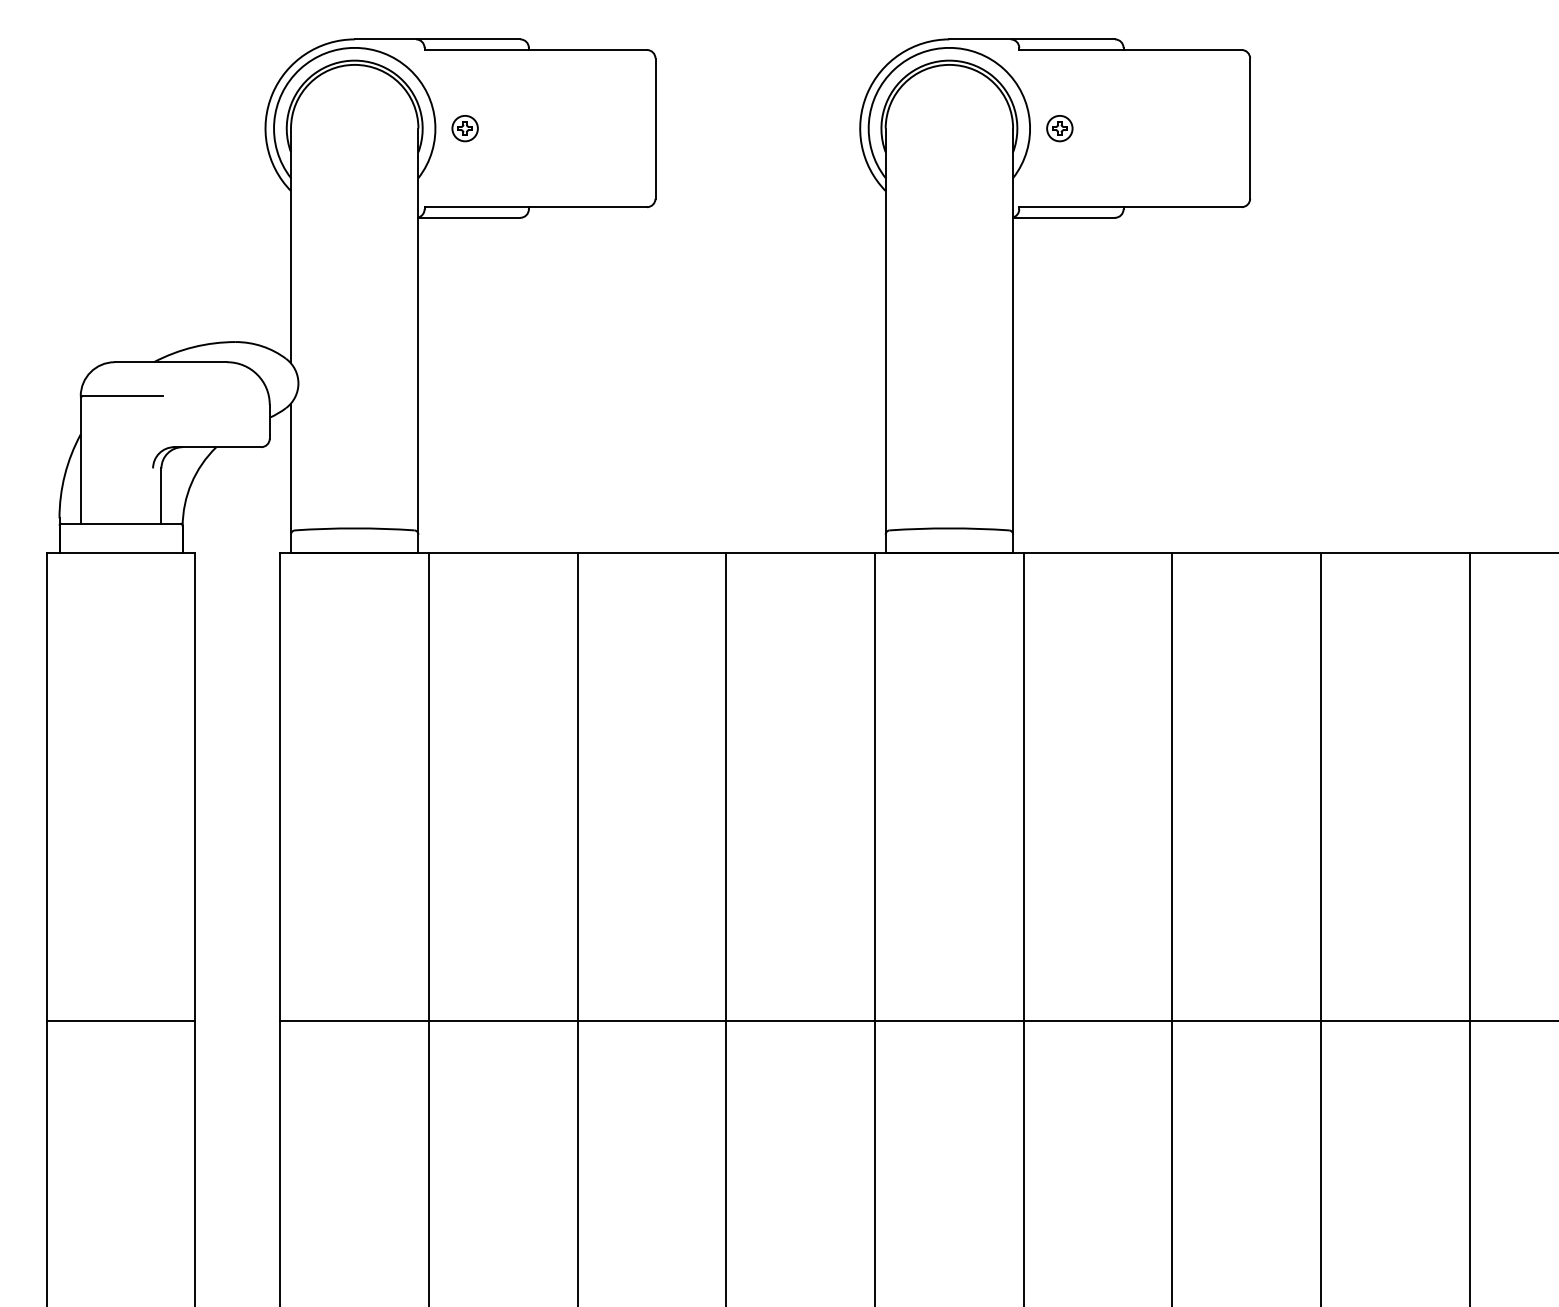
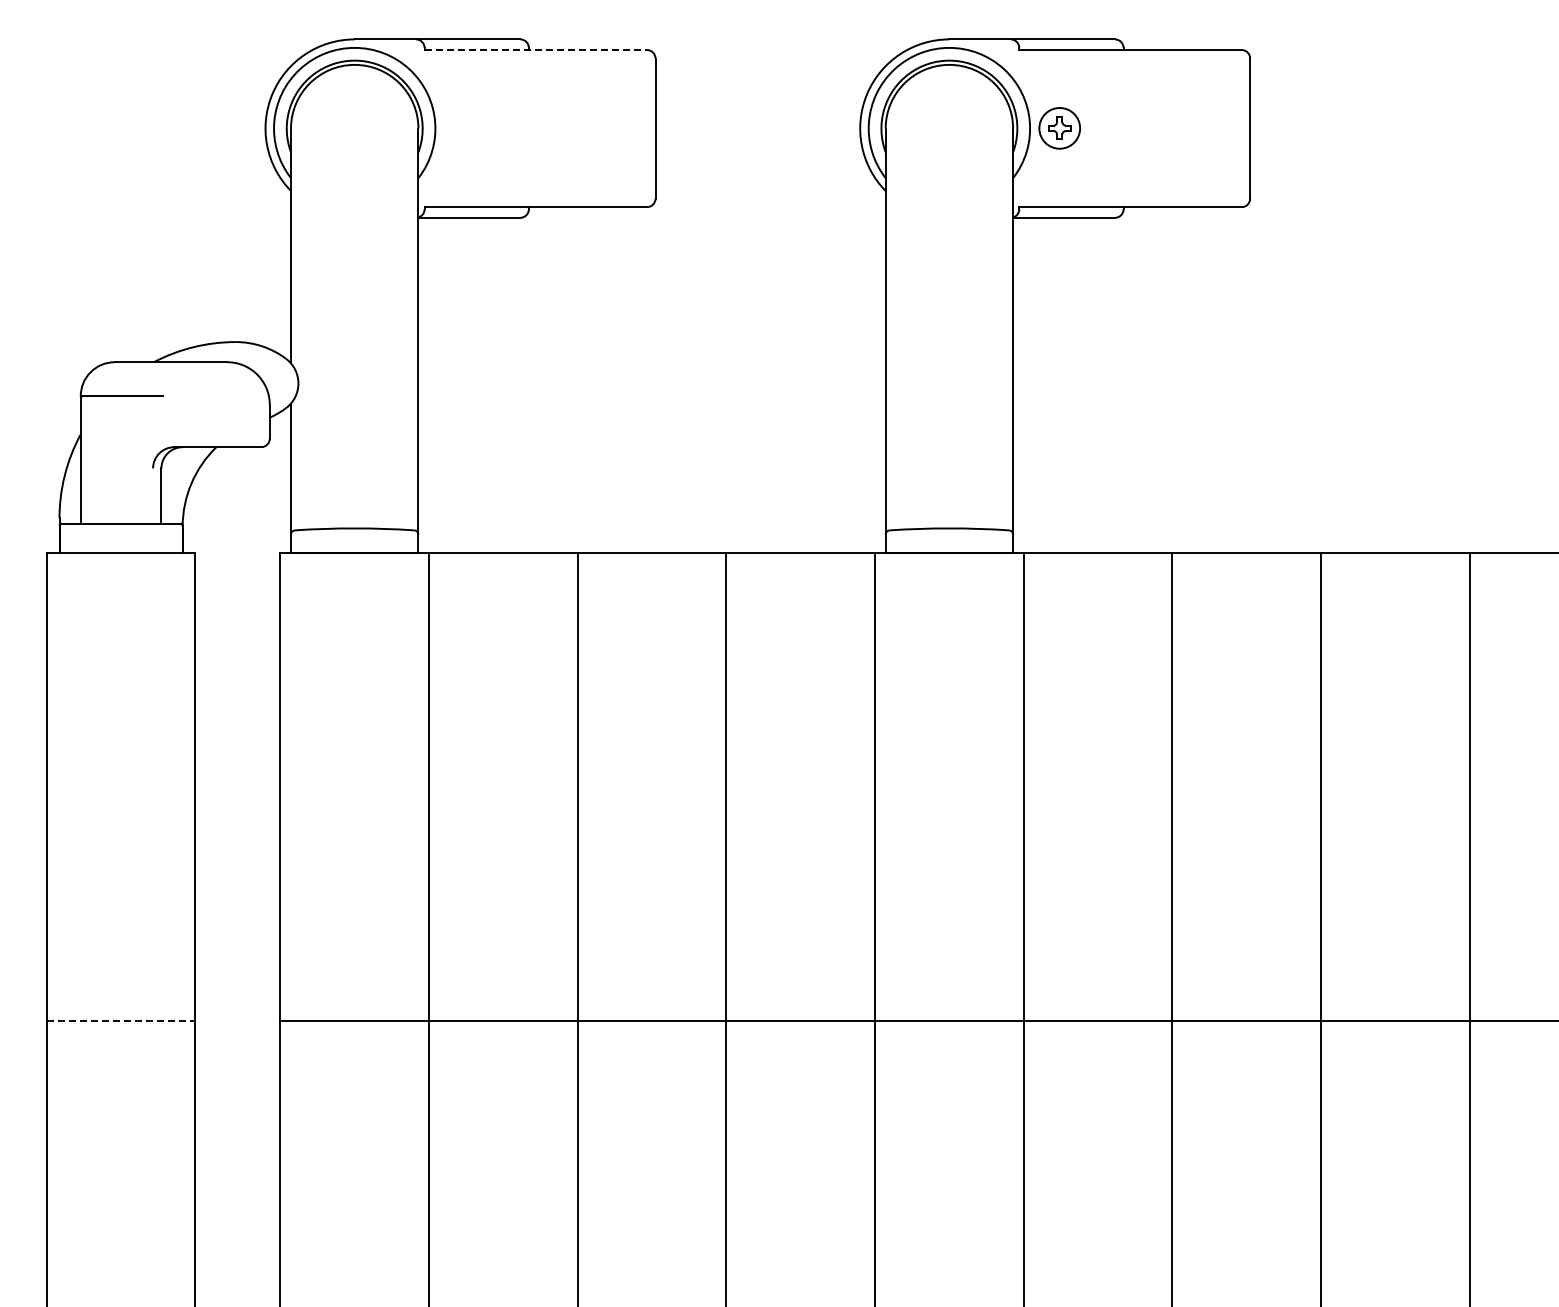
line at (536, 50): solid -> dashed
part at (464, 128): present -> none
part at (1059, 128) size: 28x28 px -> 43x43 px
line at (121, 1020): solid -> dashed
